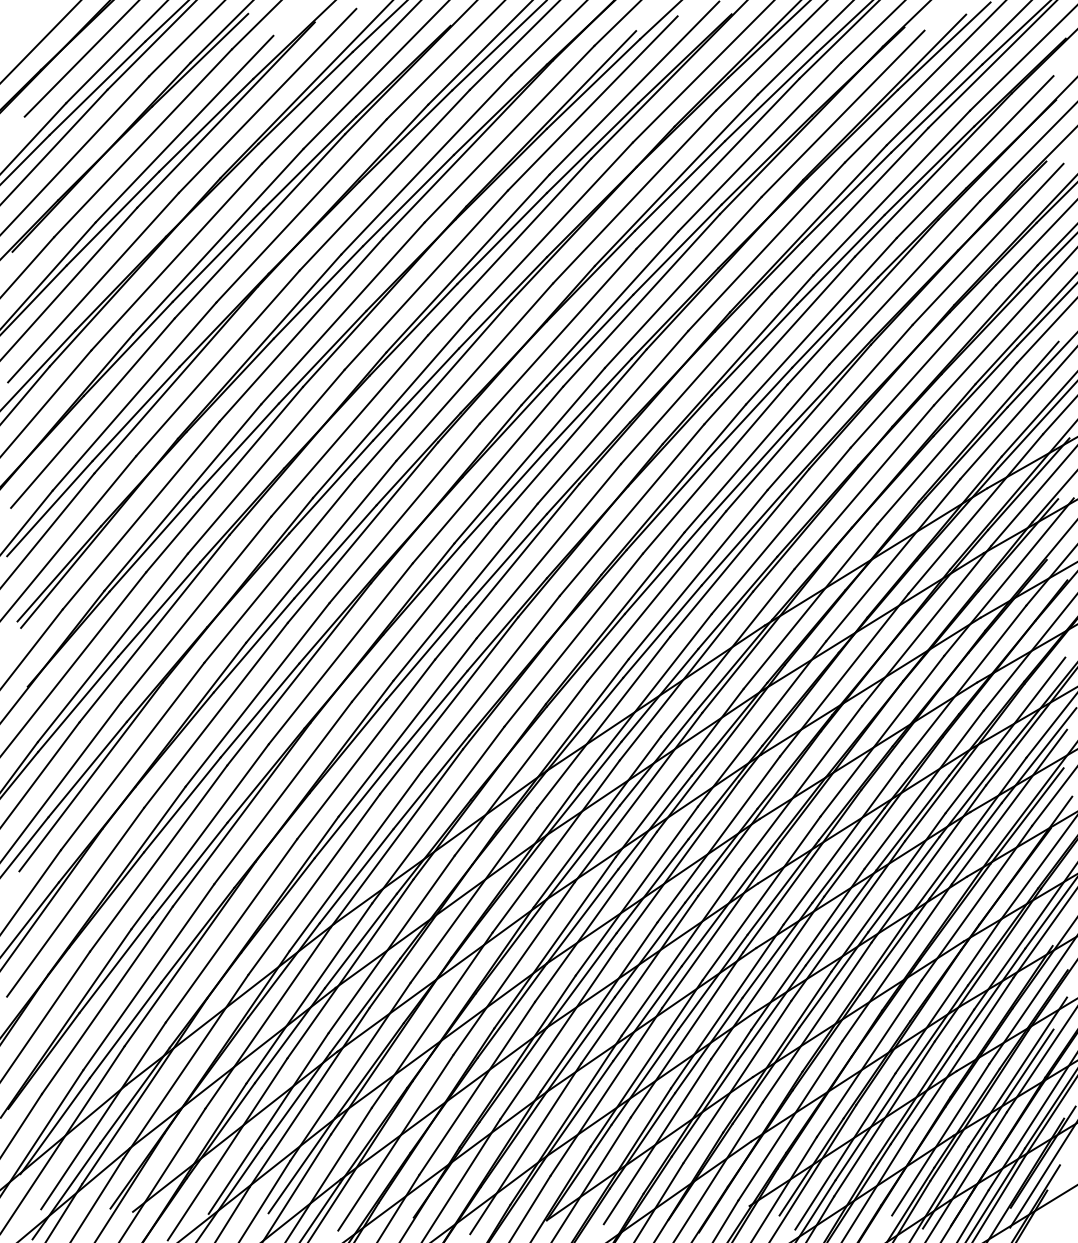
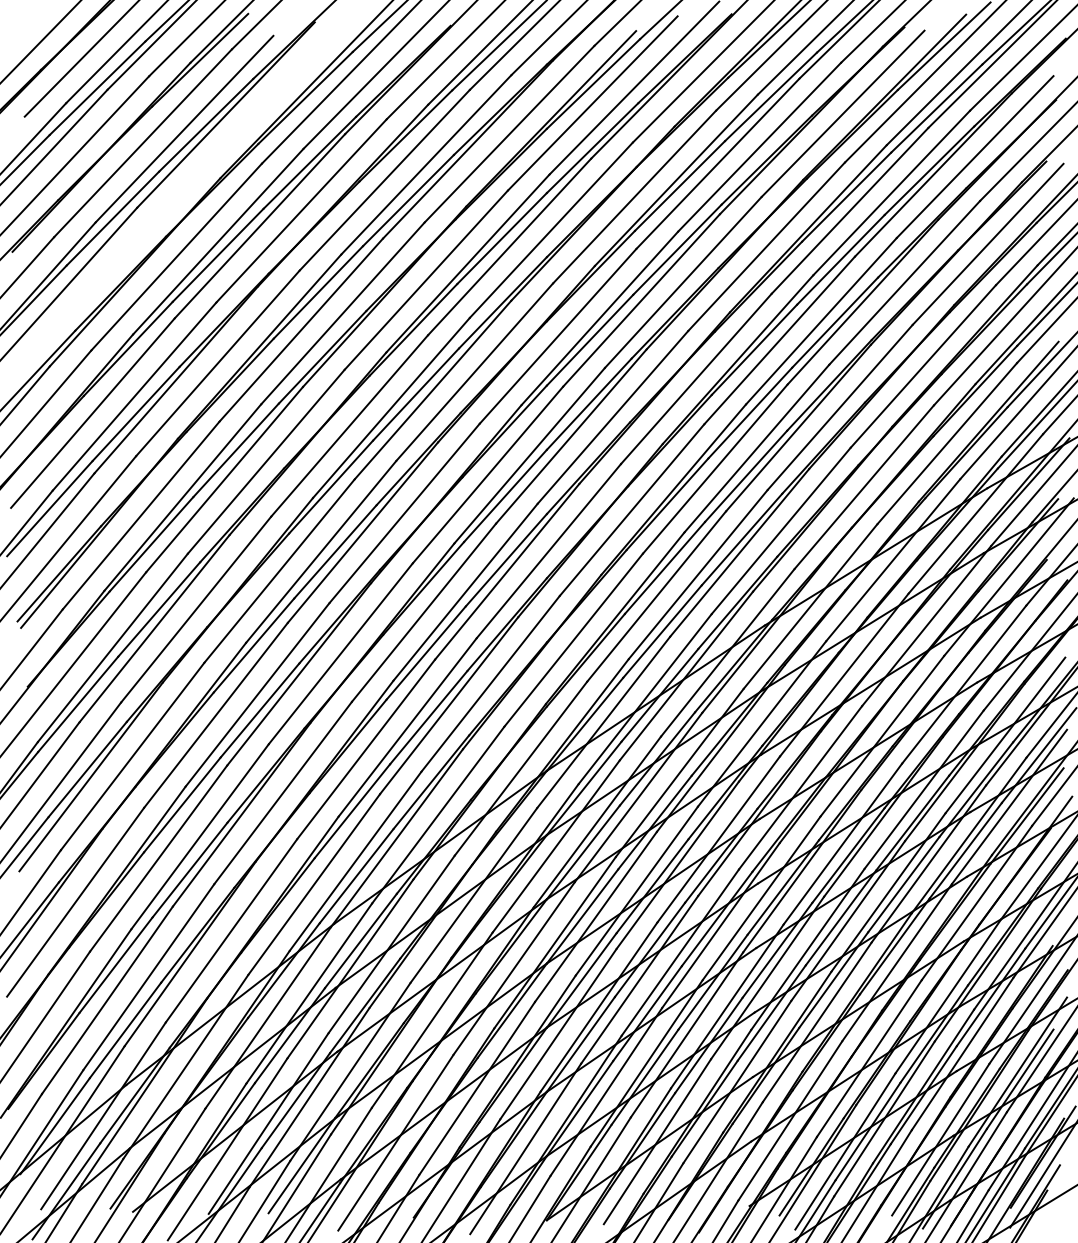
part at (182, 195): present -> none
